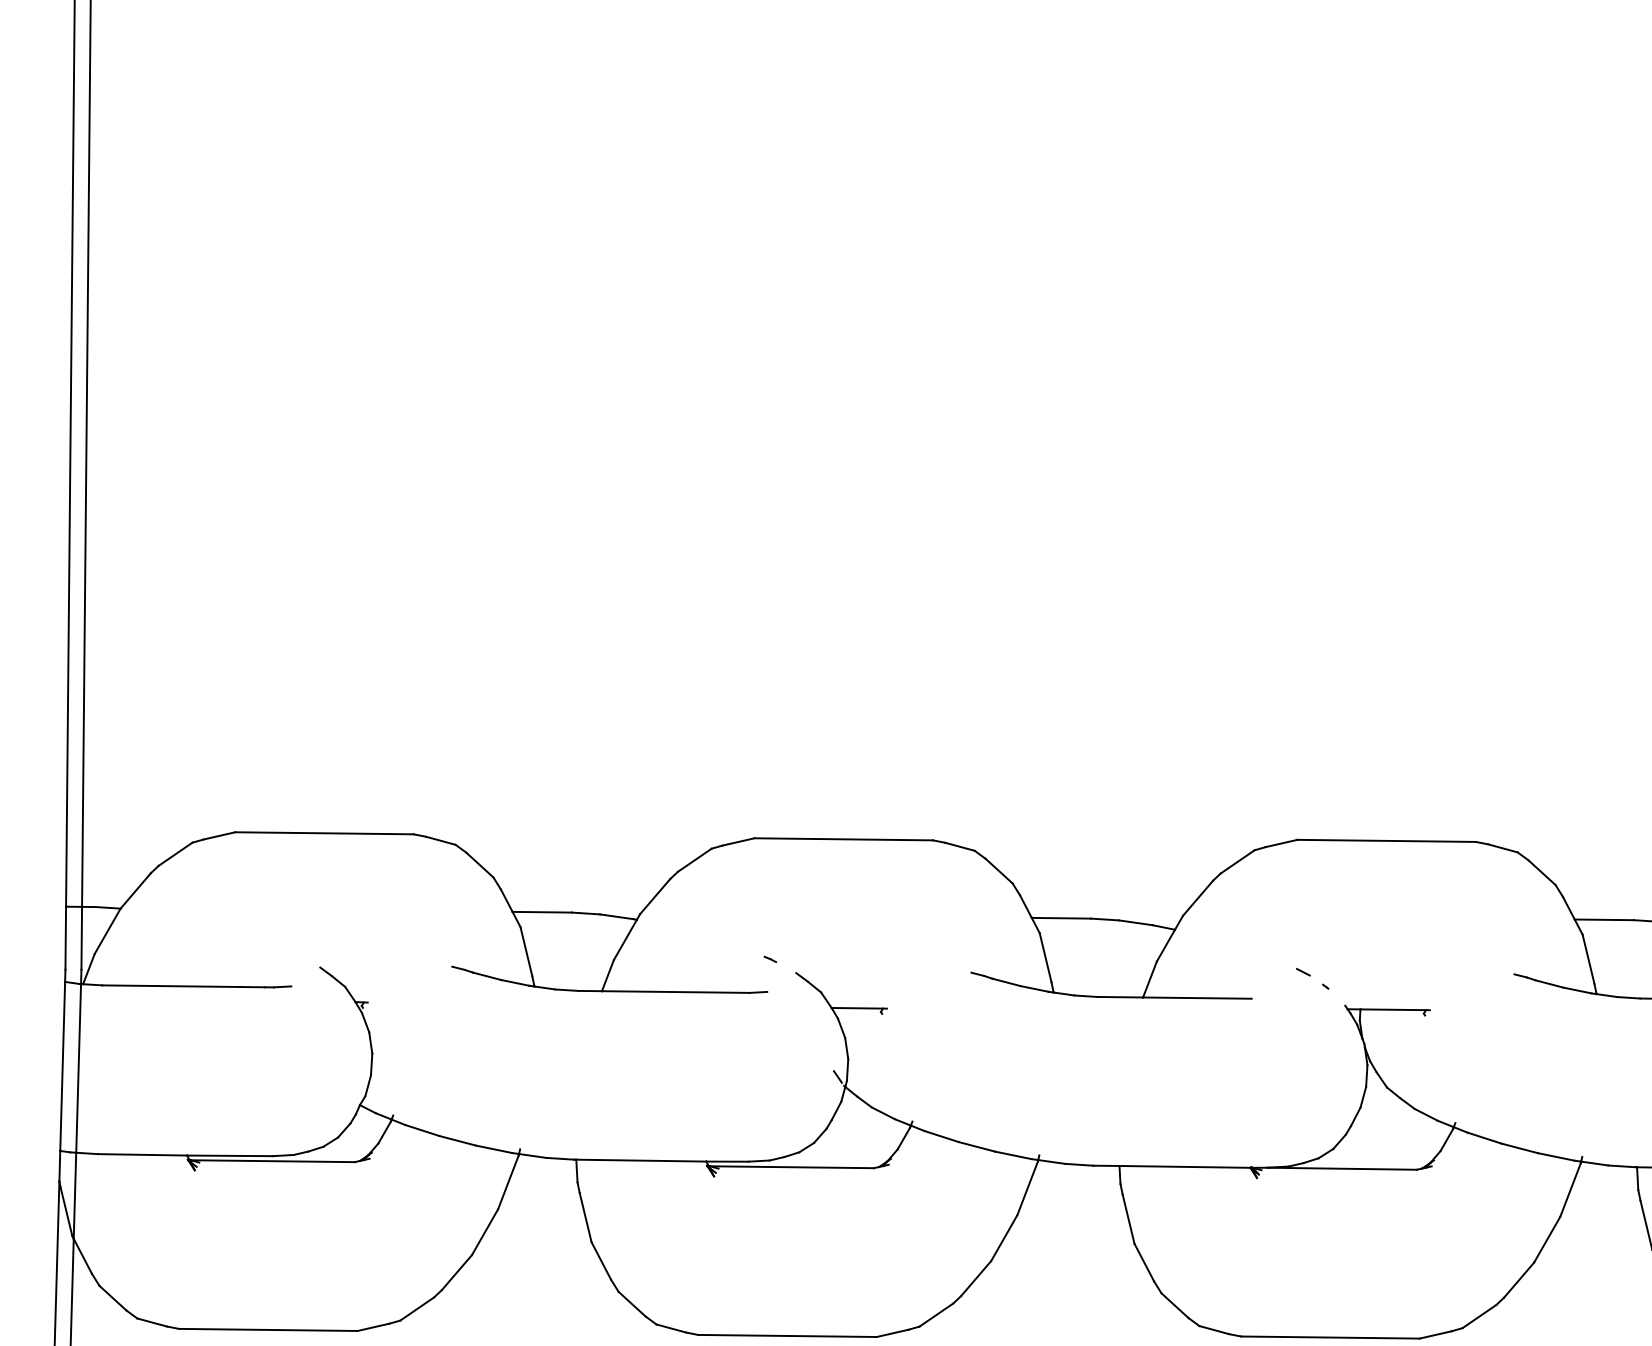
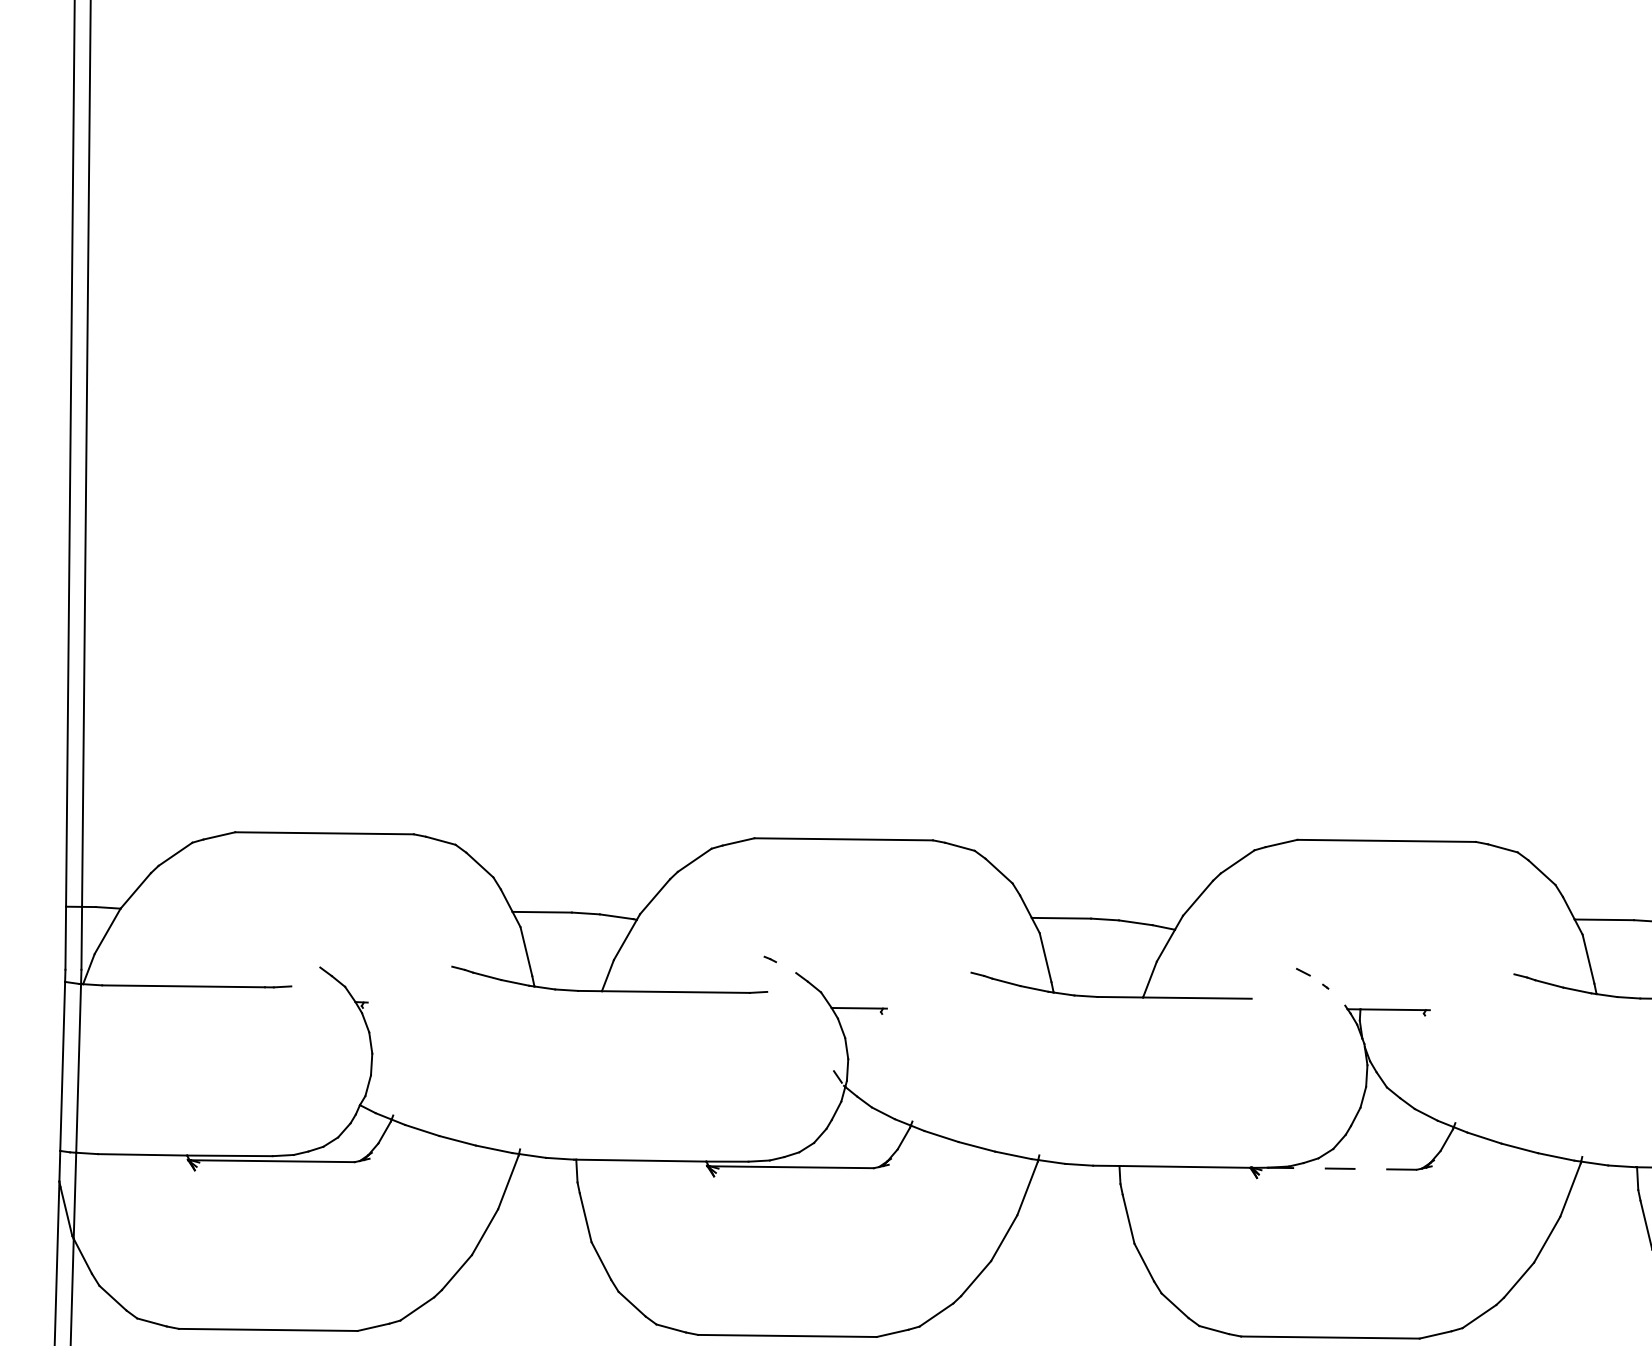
line at (1342, 1168): solid -> dashed
